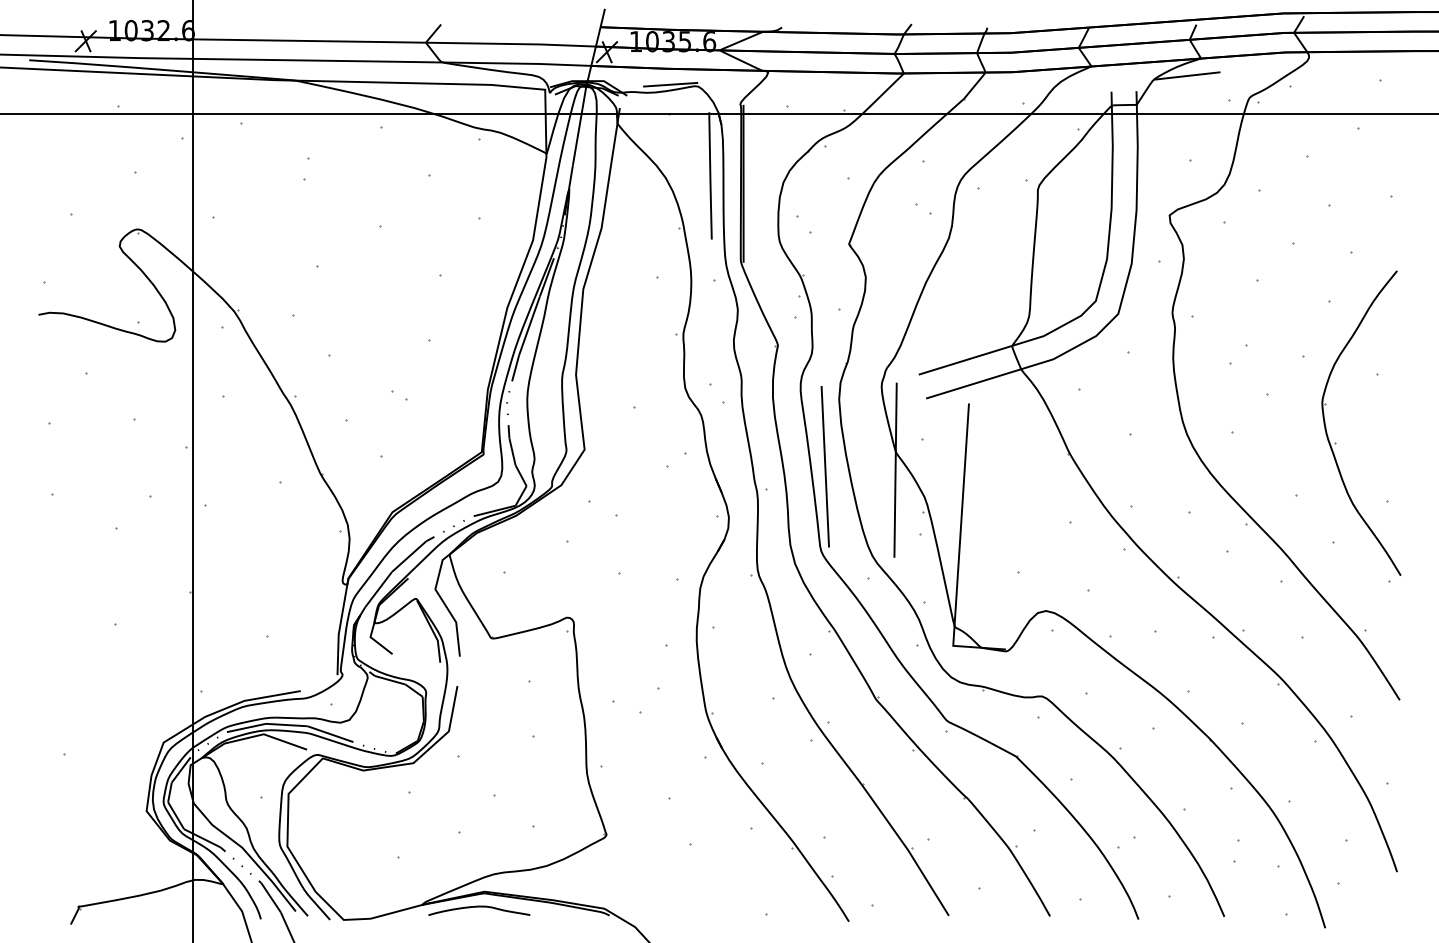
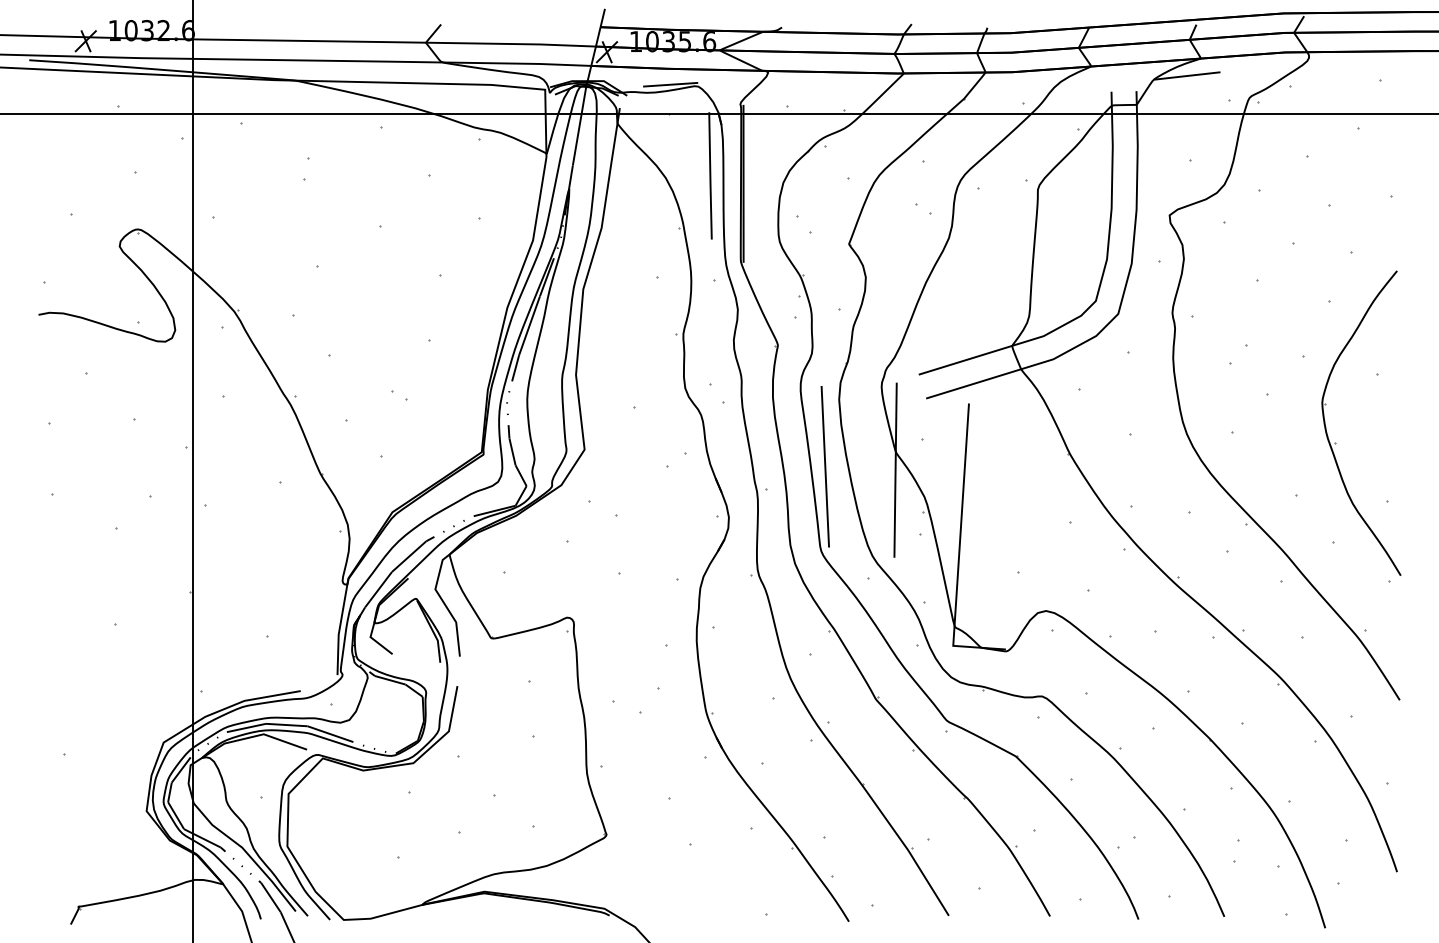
curve at (479, 907): present -> none
